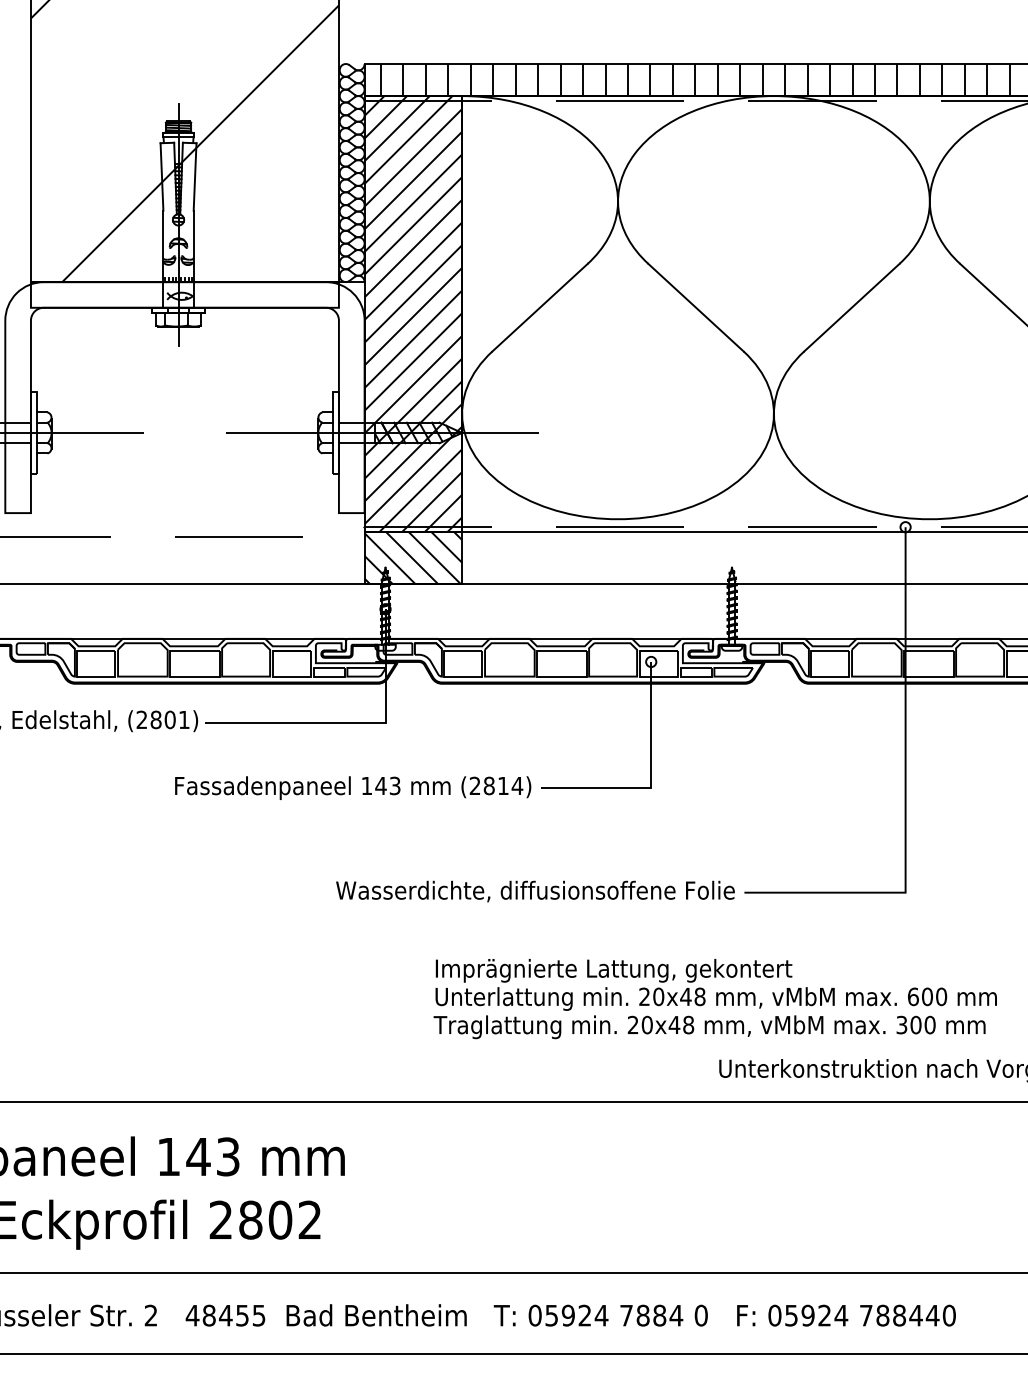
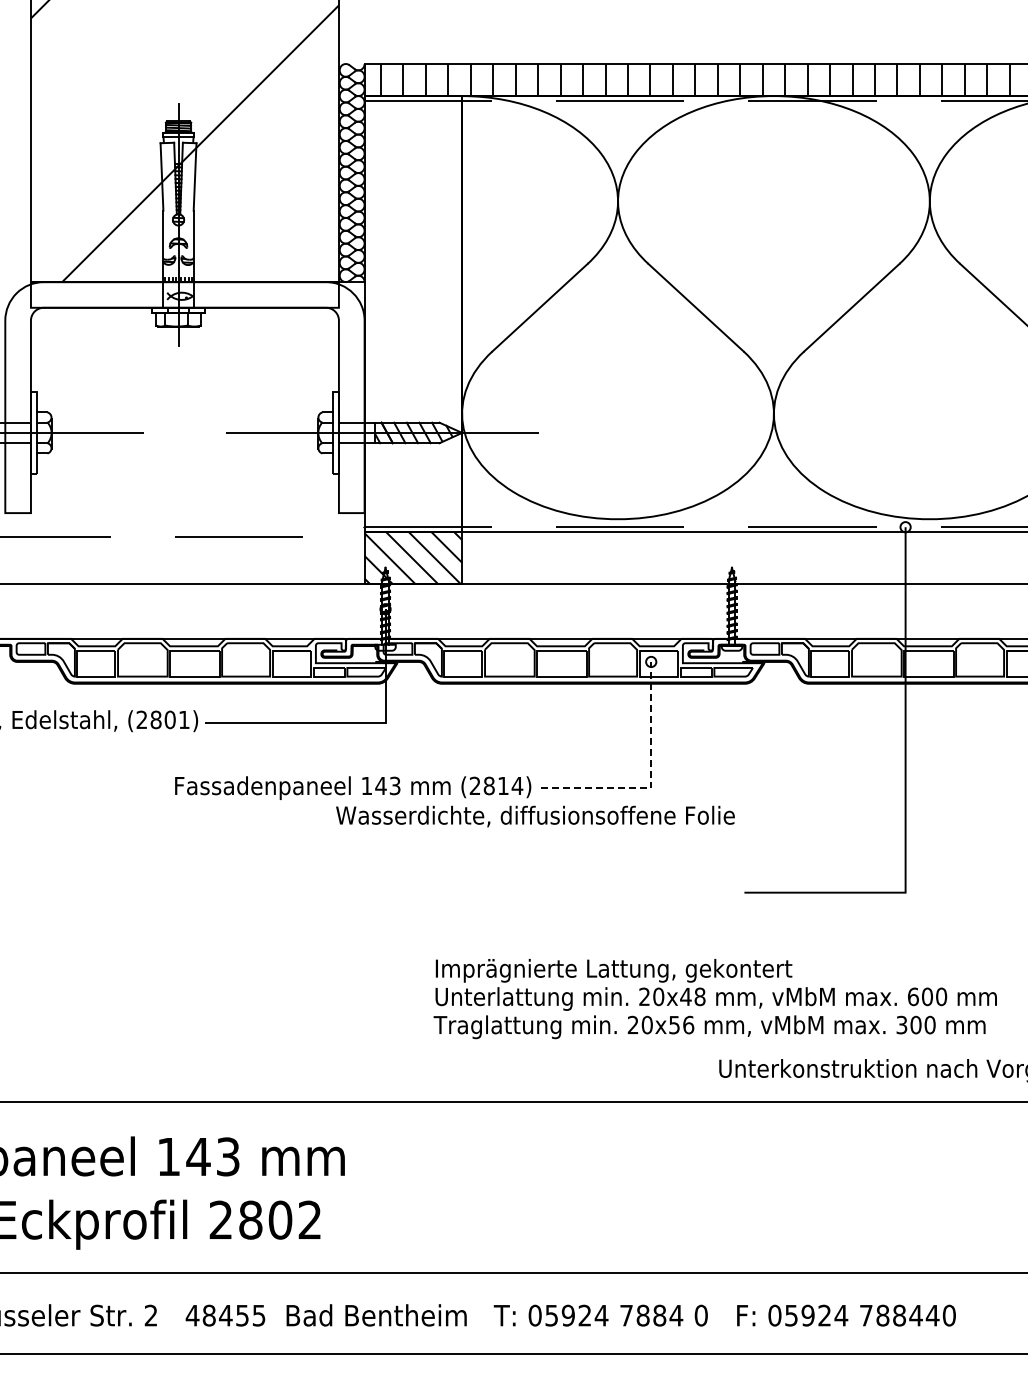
hatch at (413, 314): present -> none
line at (651, 780): solid -> dashed
text at (535, 891) position: (535, 891) -> (535, 816)
text at (681, 1024): 20x48 -> 20x56
